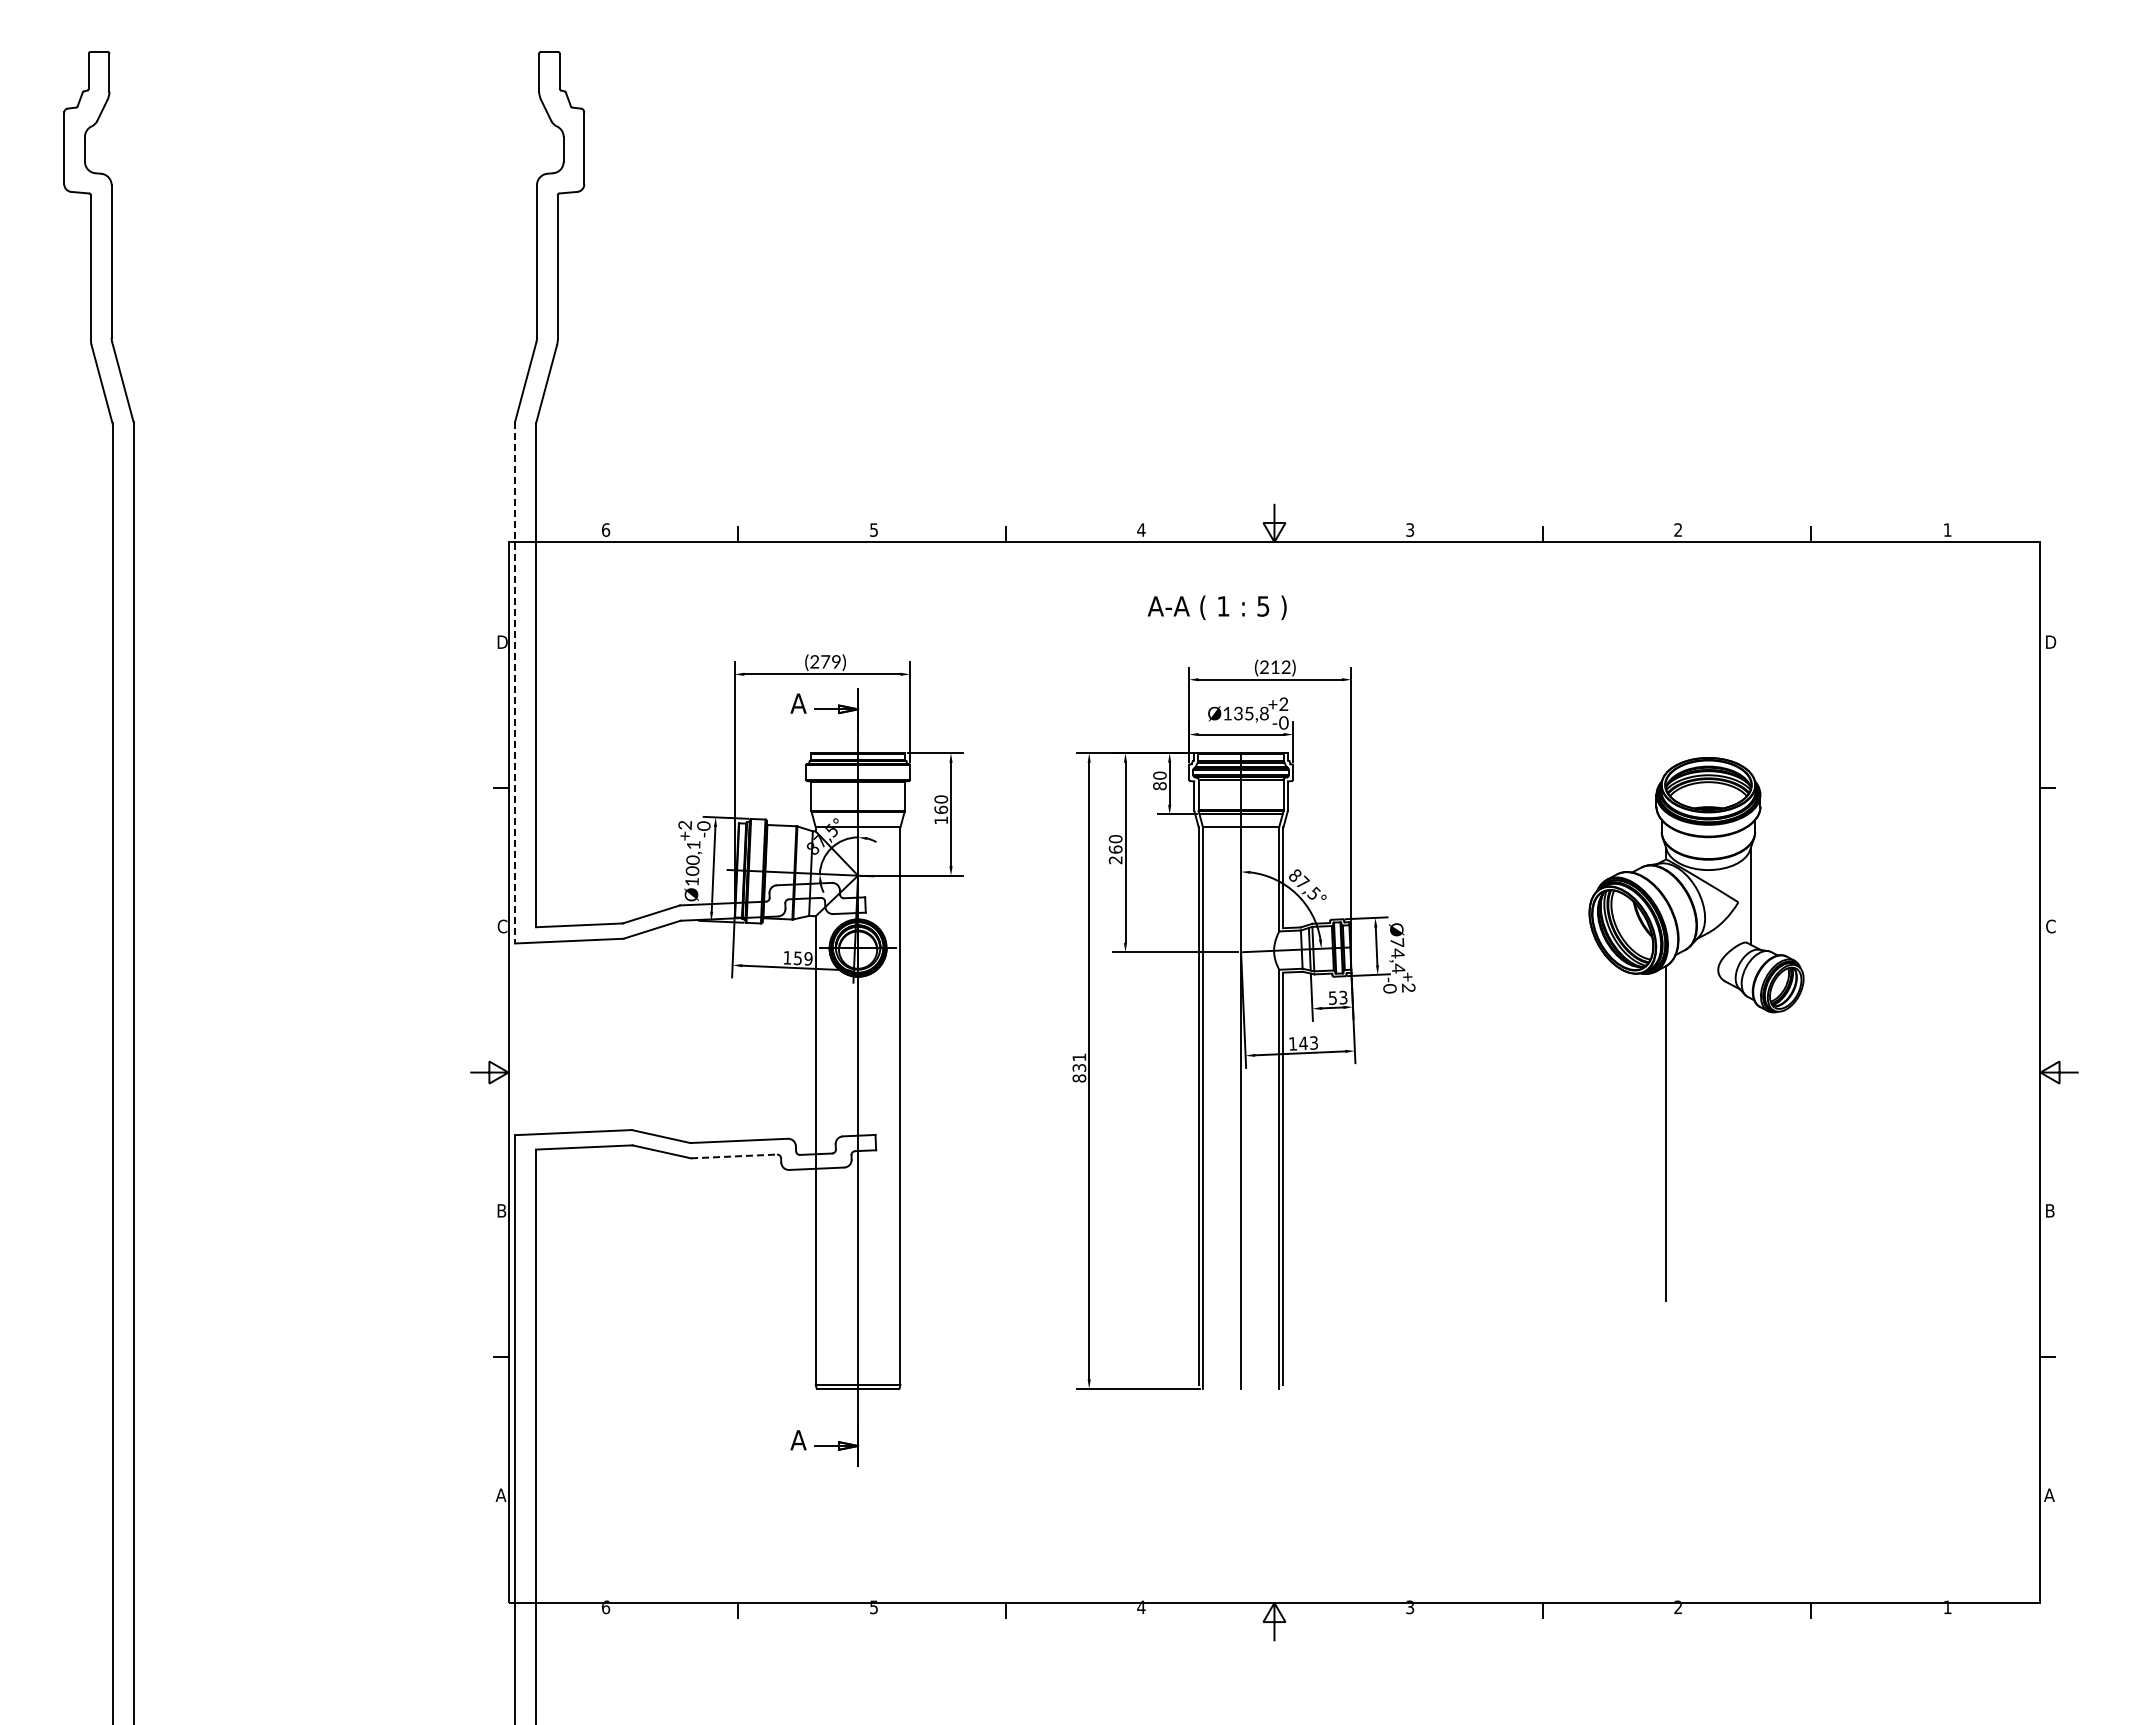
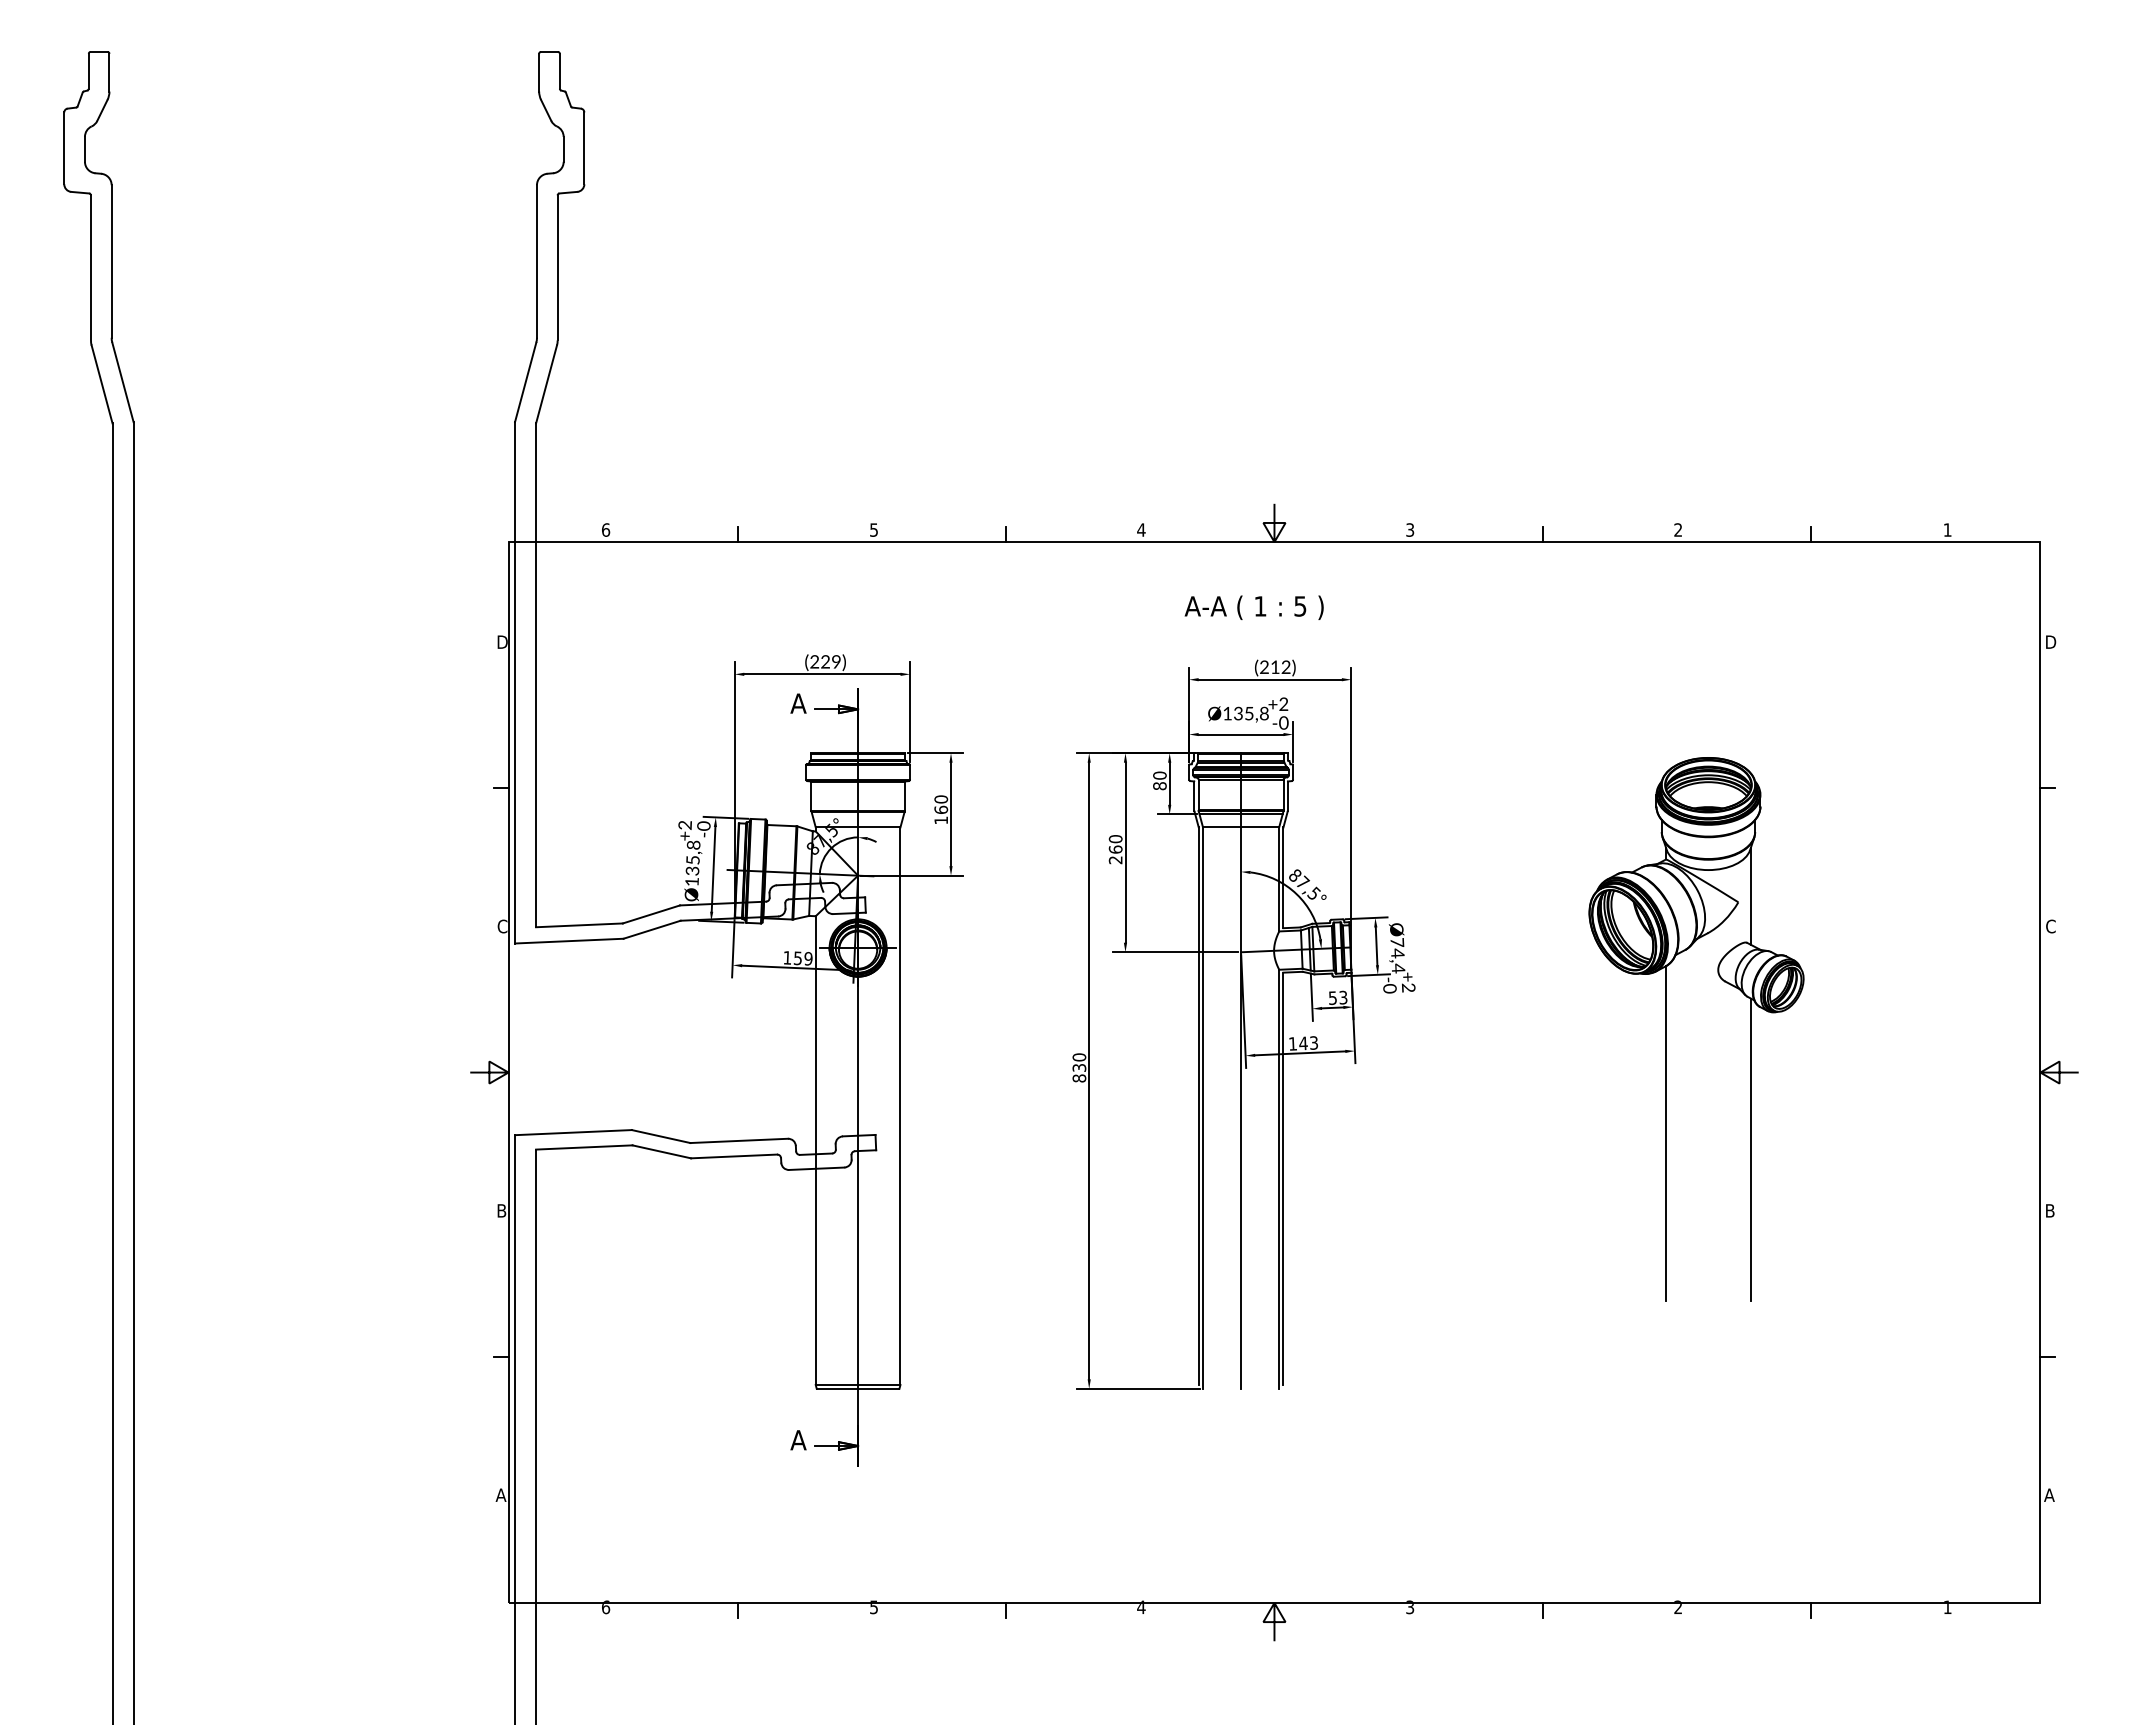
text at (1216, 607) position: (1216, 607) -> (1253, 607)
text at (825, 661): (279) -> (229)
line at (515, 682): dashed -> solid
text at (693, 857): Ø100,1 -> Ø135,8
text at (1079, 1057): 831 -> 830
line at (1750, 1149): none -> present
line at (734, 1156): dashed -> solid
